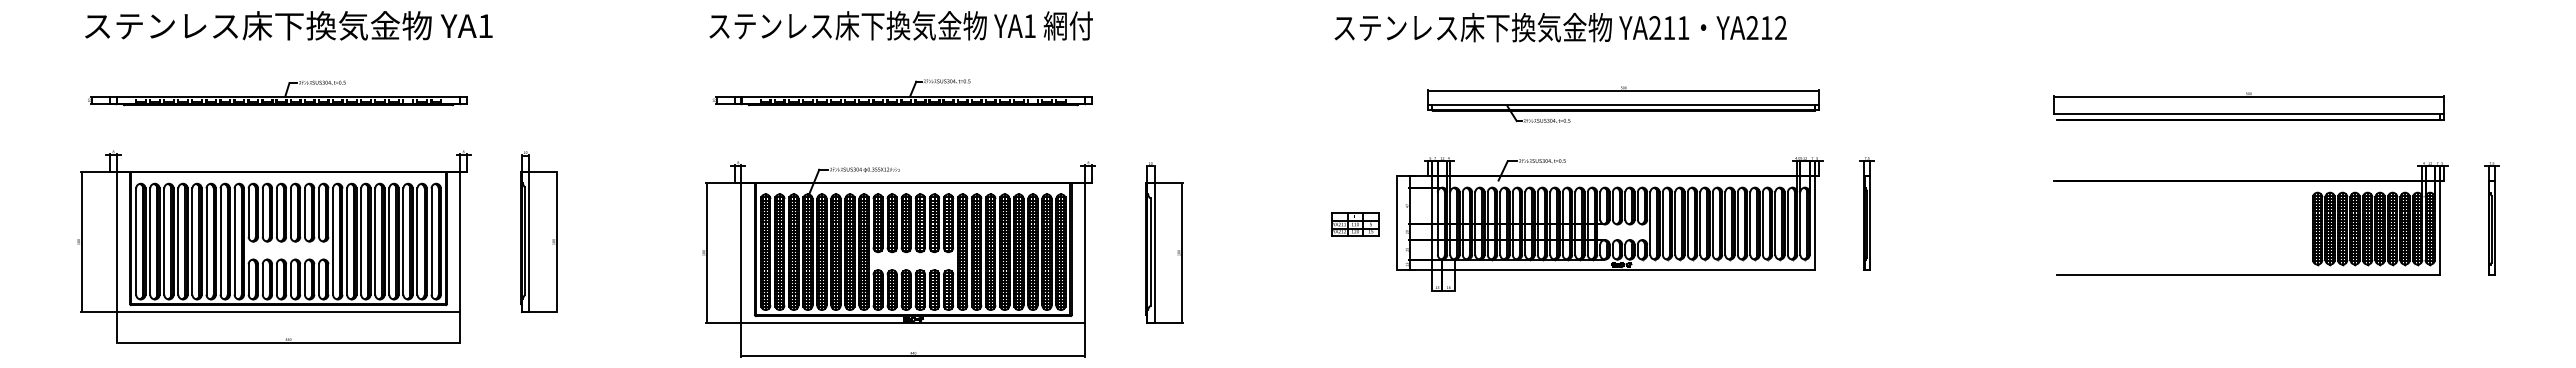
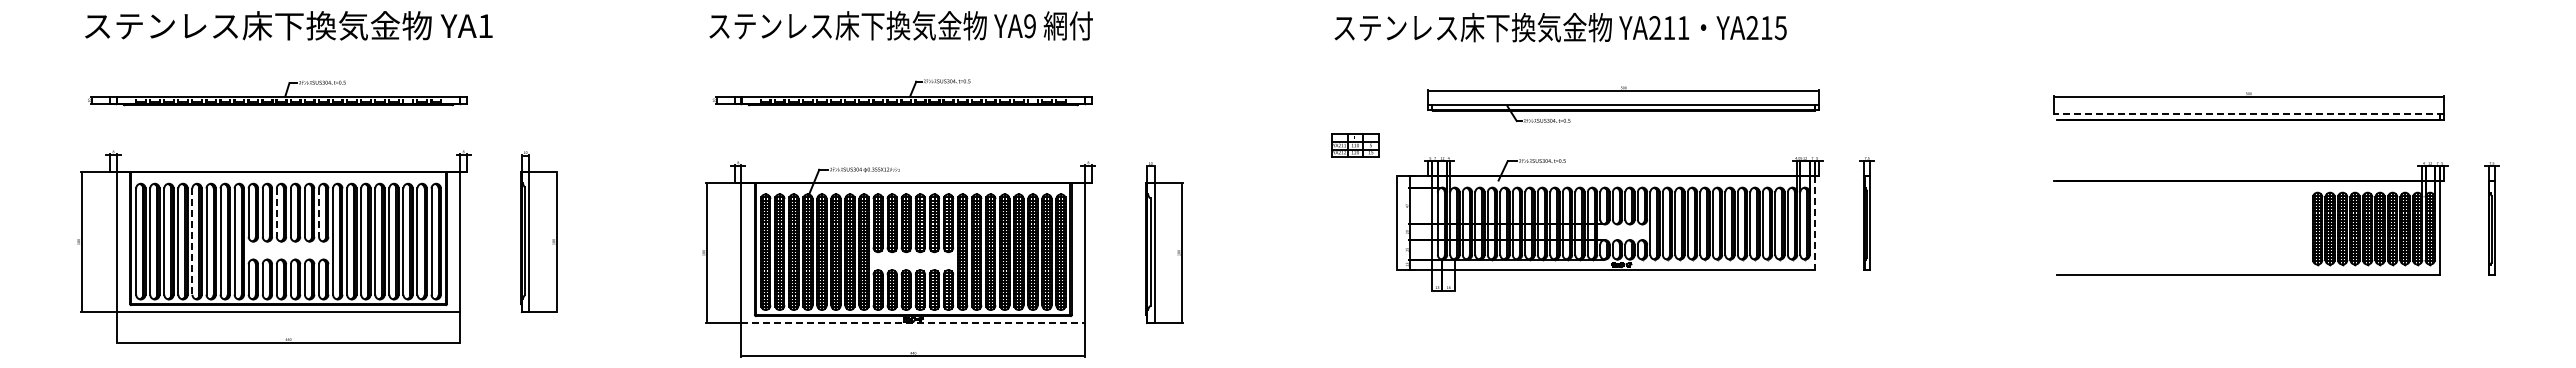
text at (1029, 26): YA1 -> YA9
text at (1780, 28): YA212 -> YA215
line at (2248, 114): solid -> dashed
line at (276, 213): solid -> dashed
line at (319, 213): solid -> dashed
line at (1815, 222): solid -> dashed
part at (1355, 224) position: (1355, 224) -> (1355, 145)
line at (192, 242): solid -> dashed
line at (913, 323): solid -> dashed
